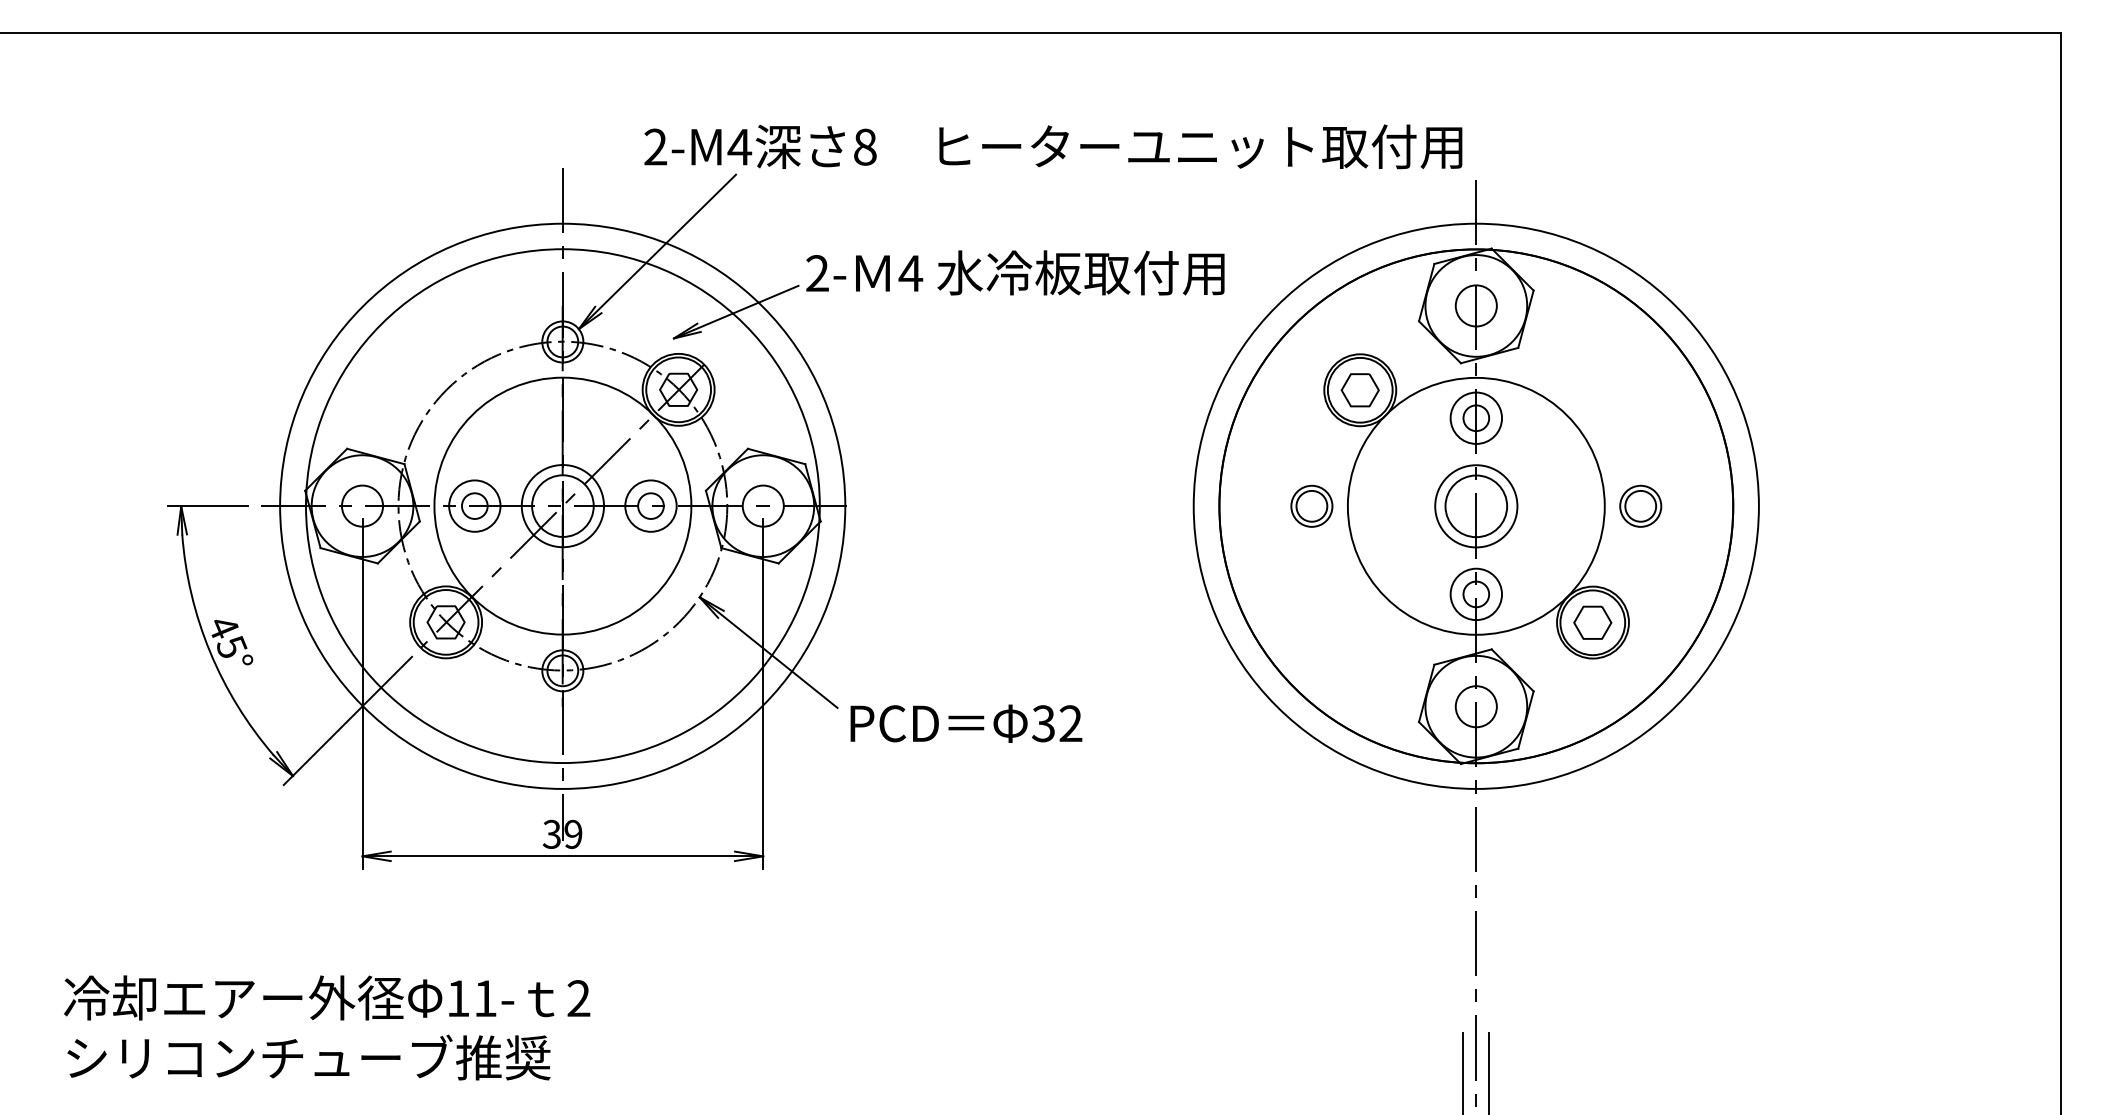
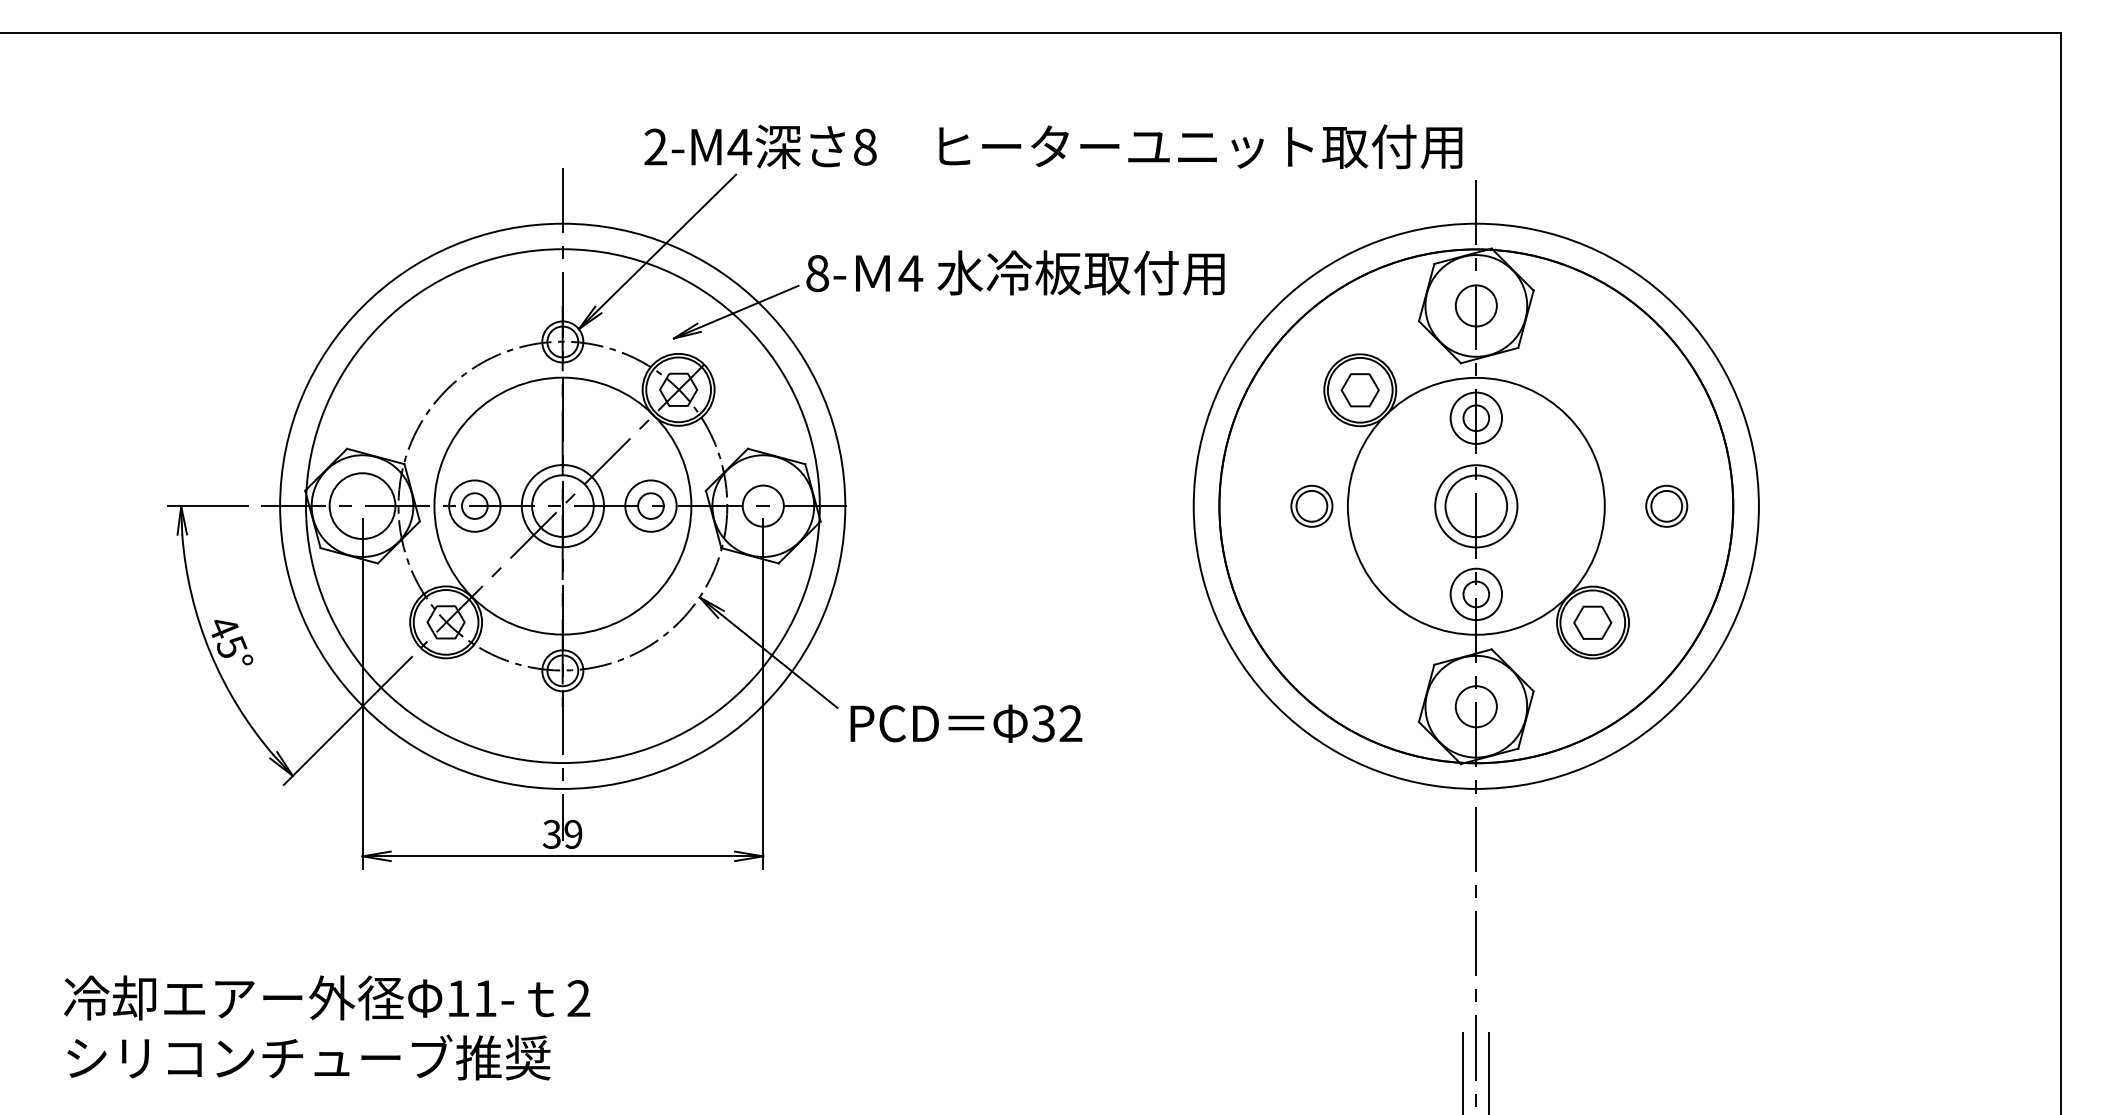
text at (817, 273): 2- -> 8-
circle at (362, 505) diameter: 41 px -> 66 px
part at (1640, 505) position: (1640, 505) -> (1666, 505)
